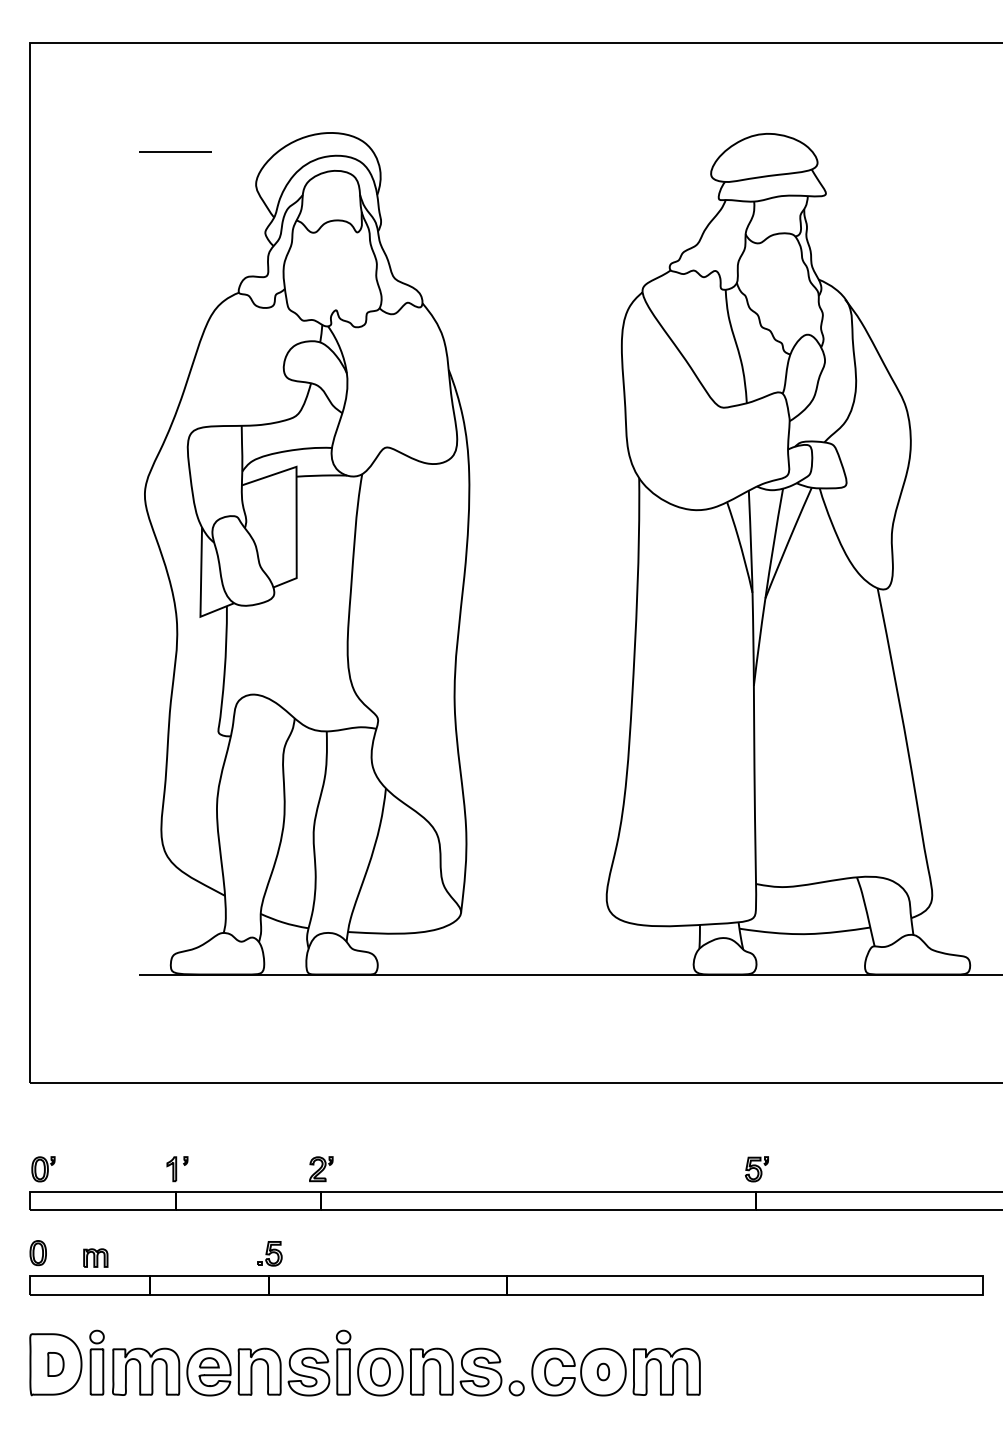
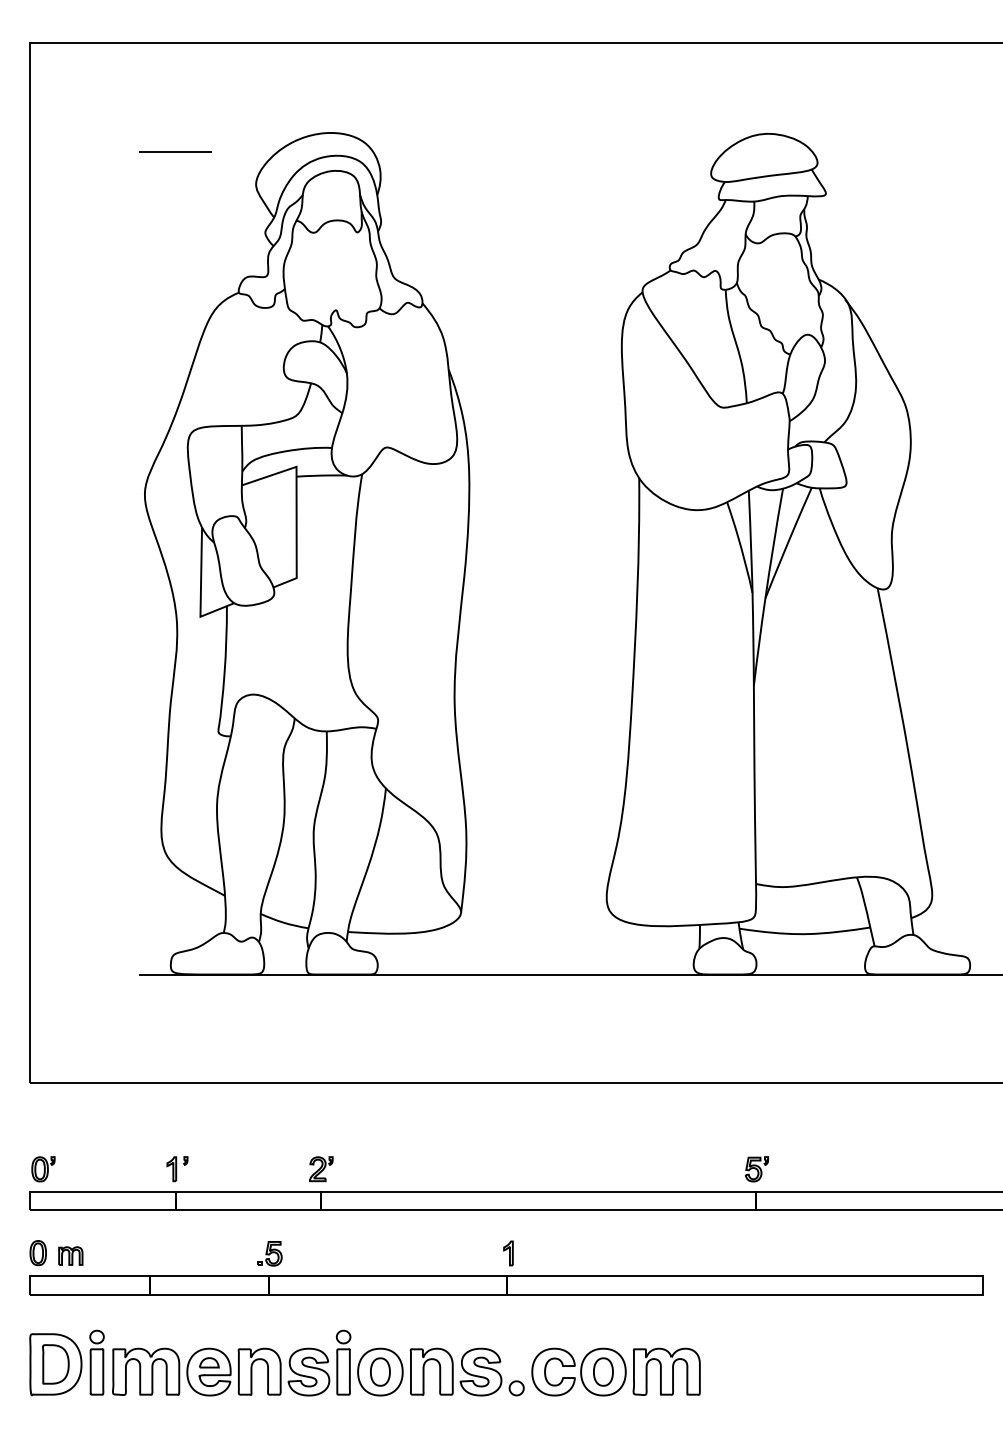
part at (508, 1253): none -> present
part at (95, 1257) position: (95, 1257) -> (70, 1255)
part at (55, 1364) size: 18x25 px -> 28x41 px
part at (603, 1371) size: 15x20 px -> 21x30 px
